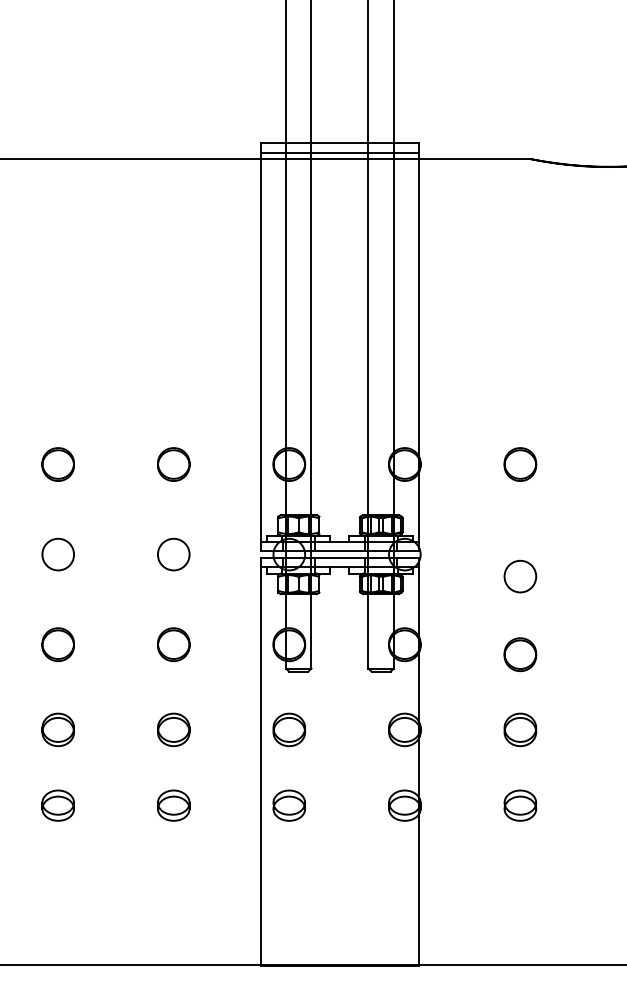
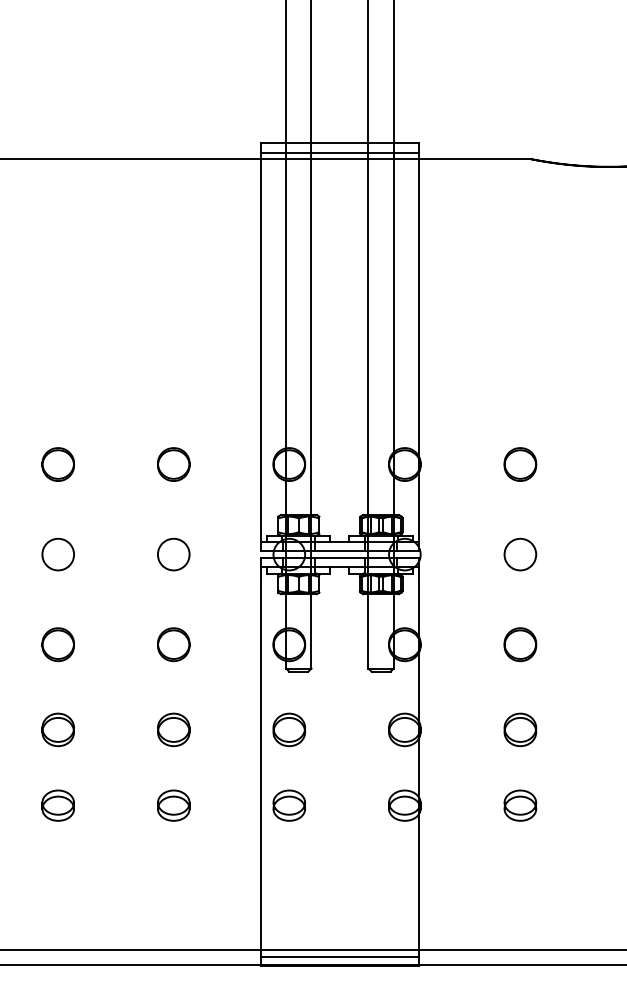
part at (520, 576) position: (520, 576) -> (520, 554)
part at (520, 654) position: (520, 654) -> (520, 644)
line at (312, 950): none -> present
line at (339, 956): none -> present
